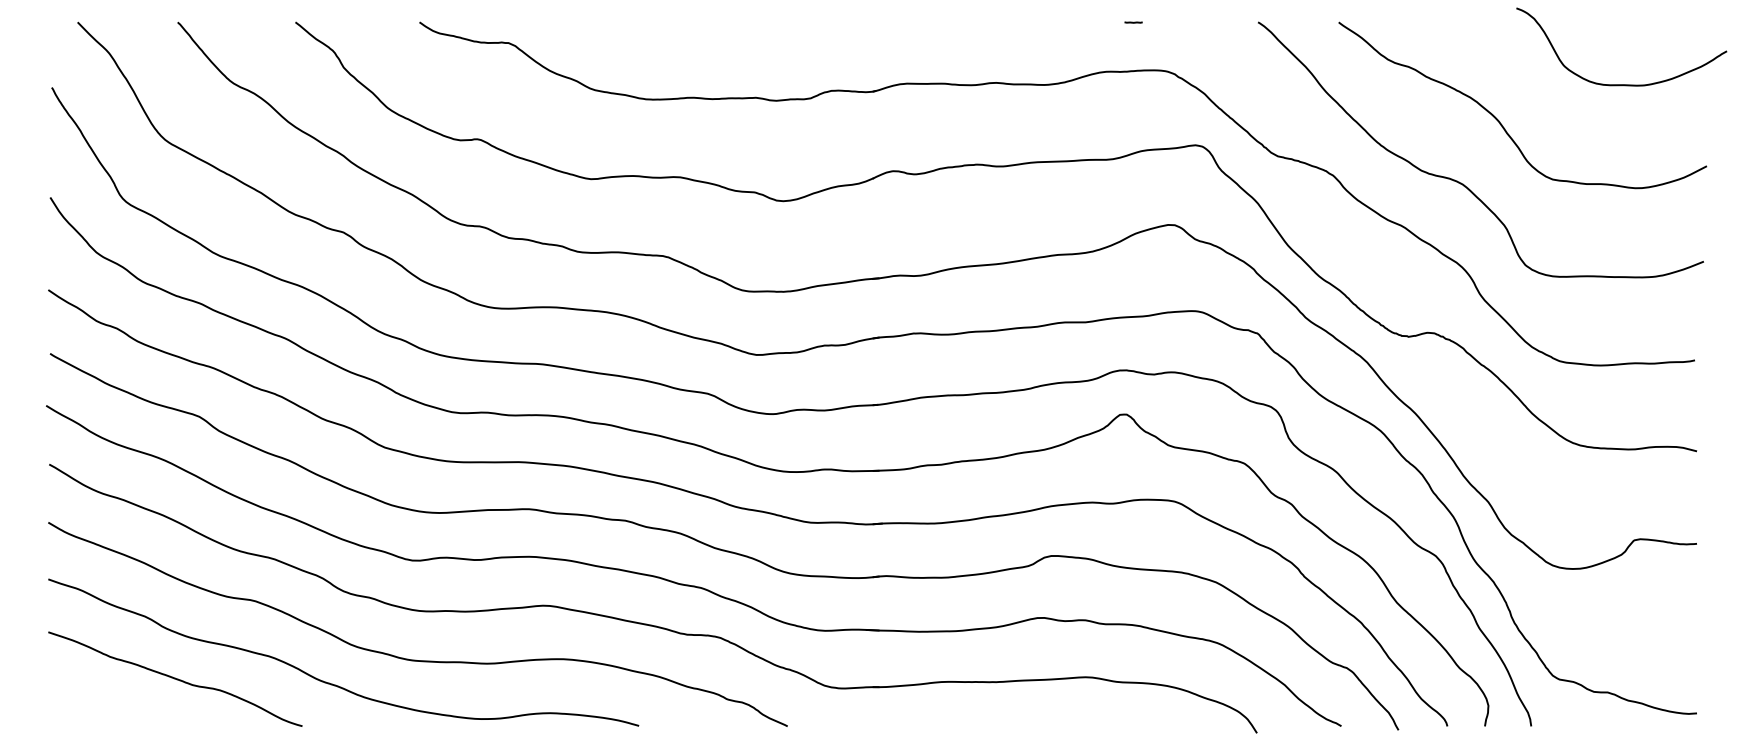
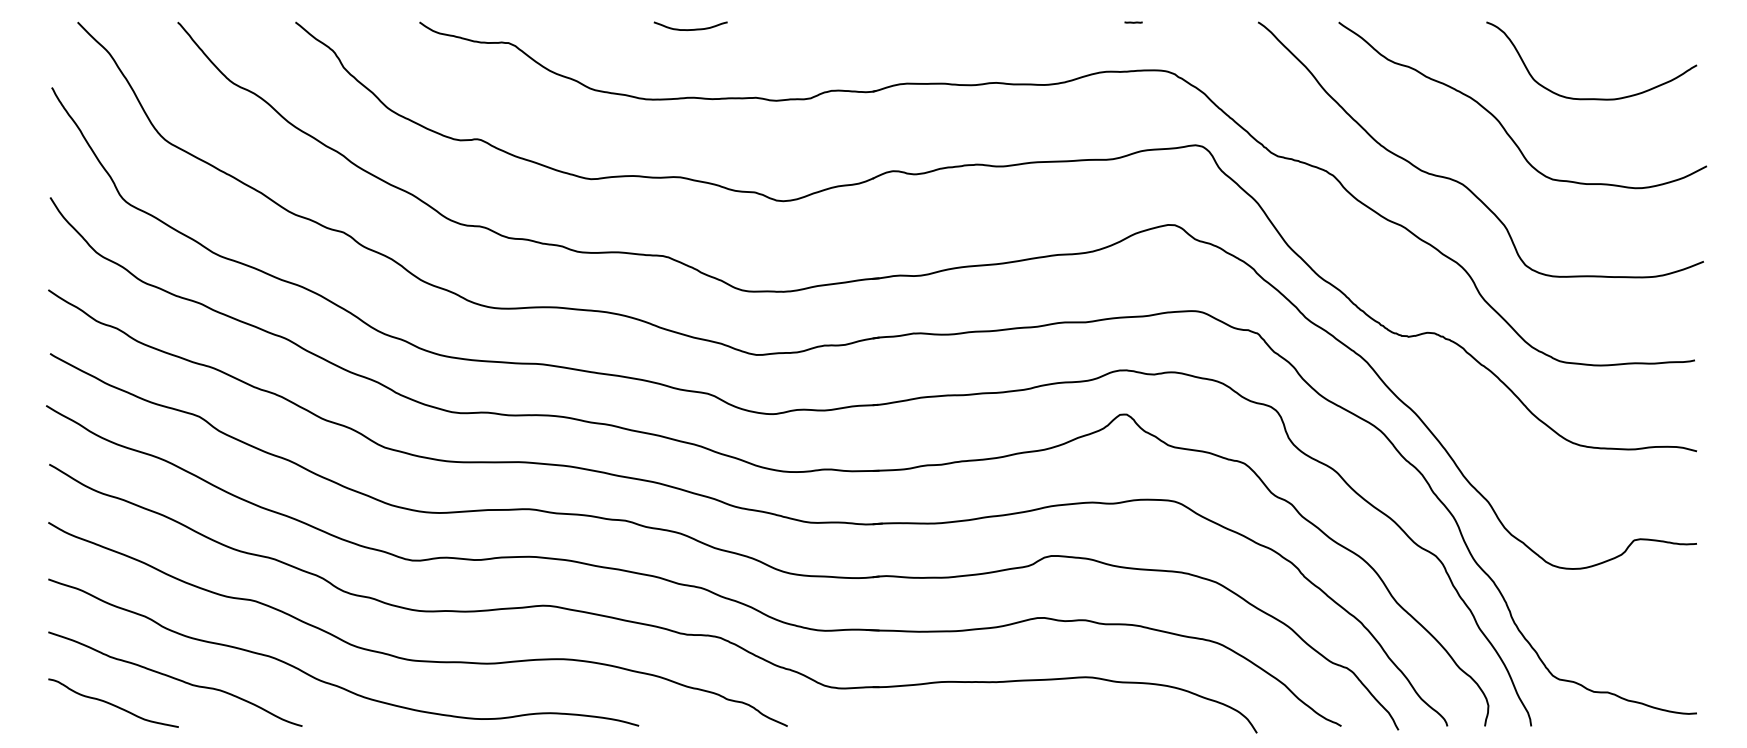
curve at (690, 29): none -> present
curve at (1621, 84) position: (1621, 84) -> (1591, 98)
curve at (112, 703): none -> present
